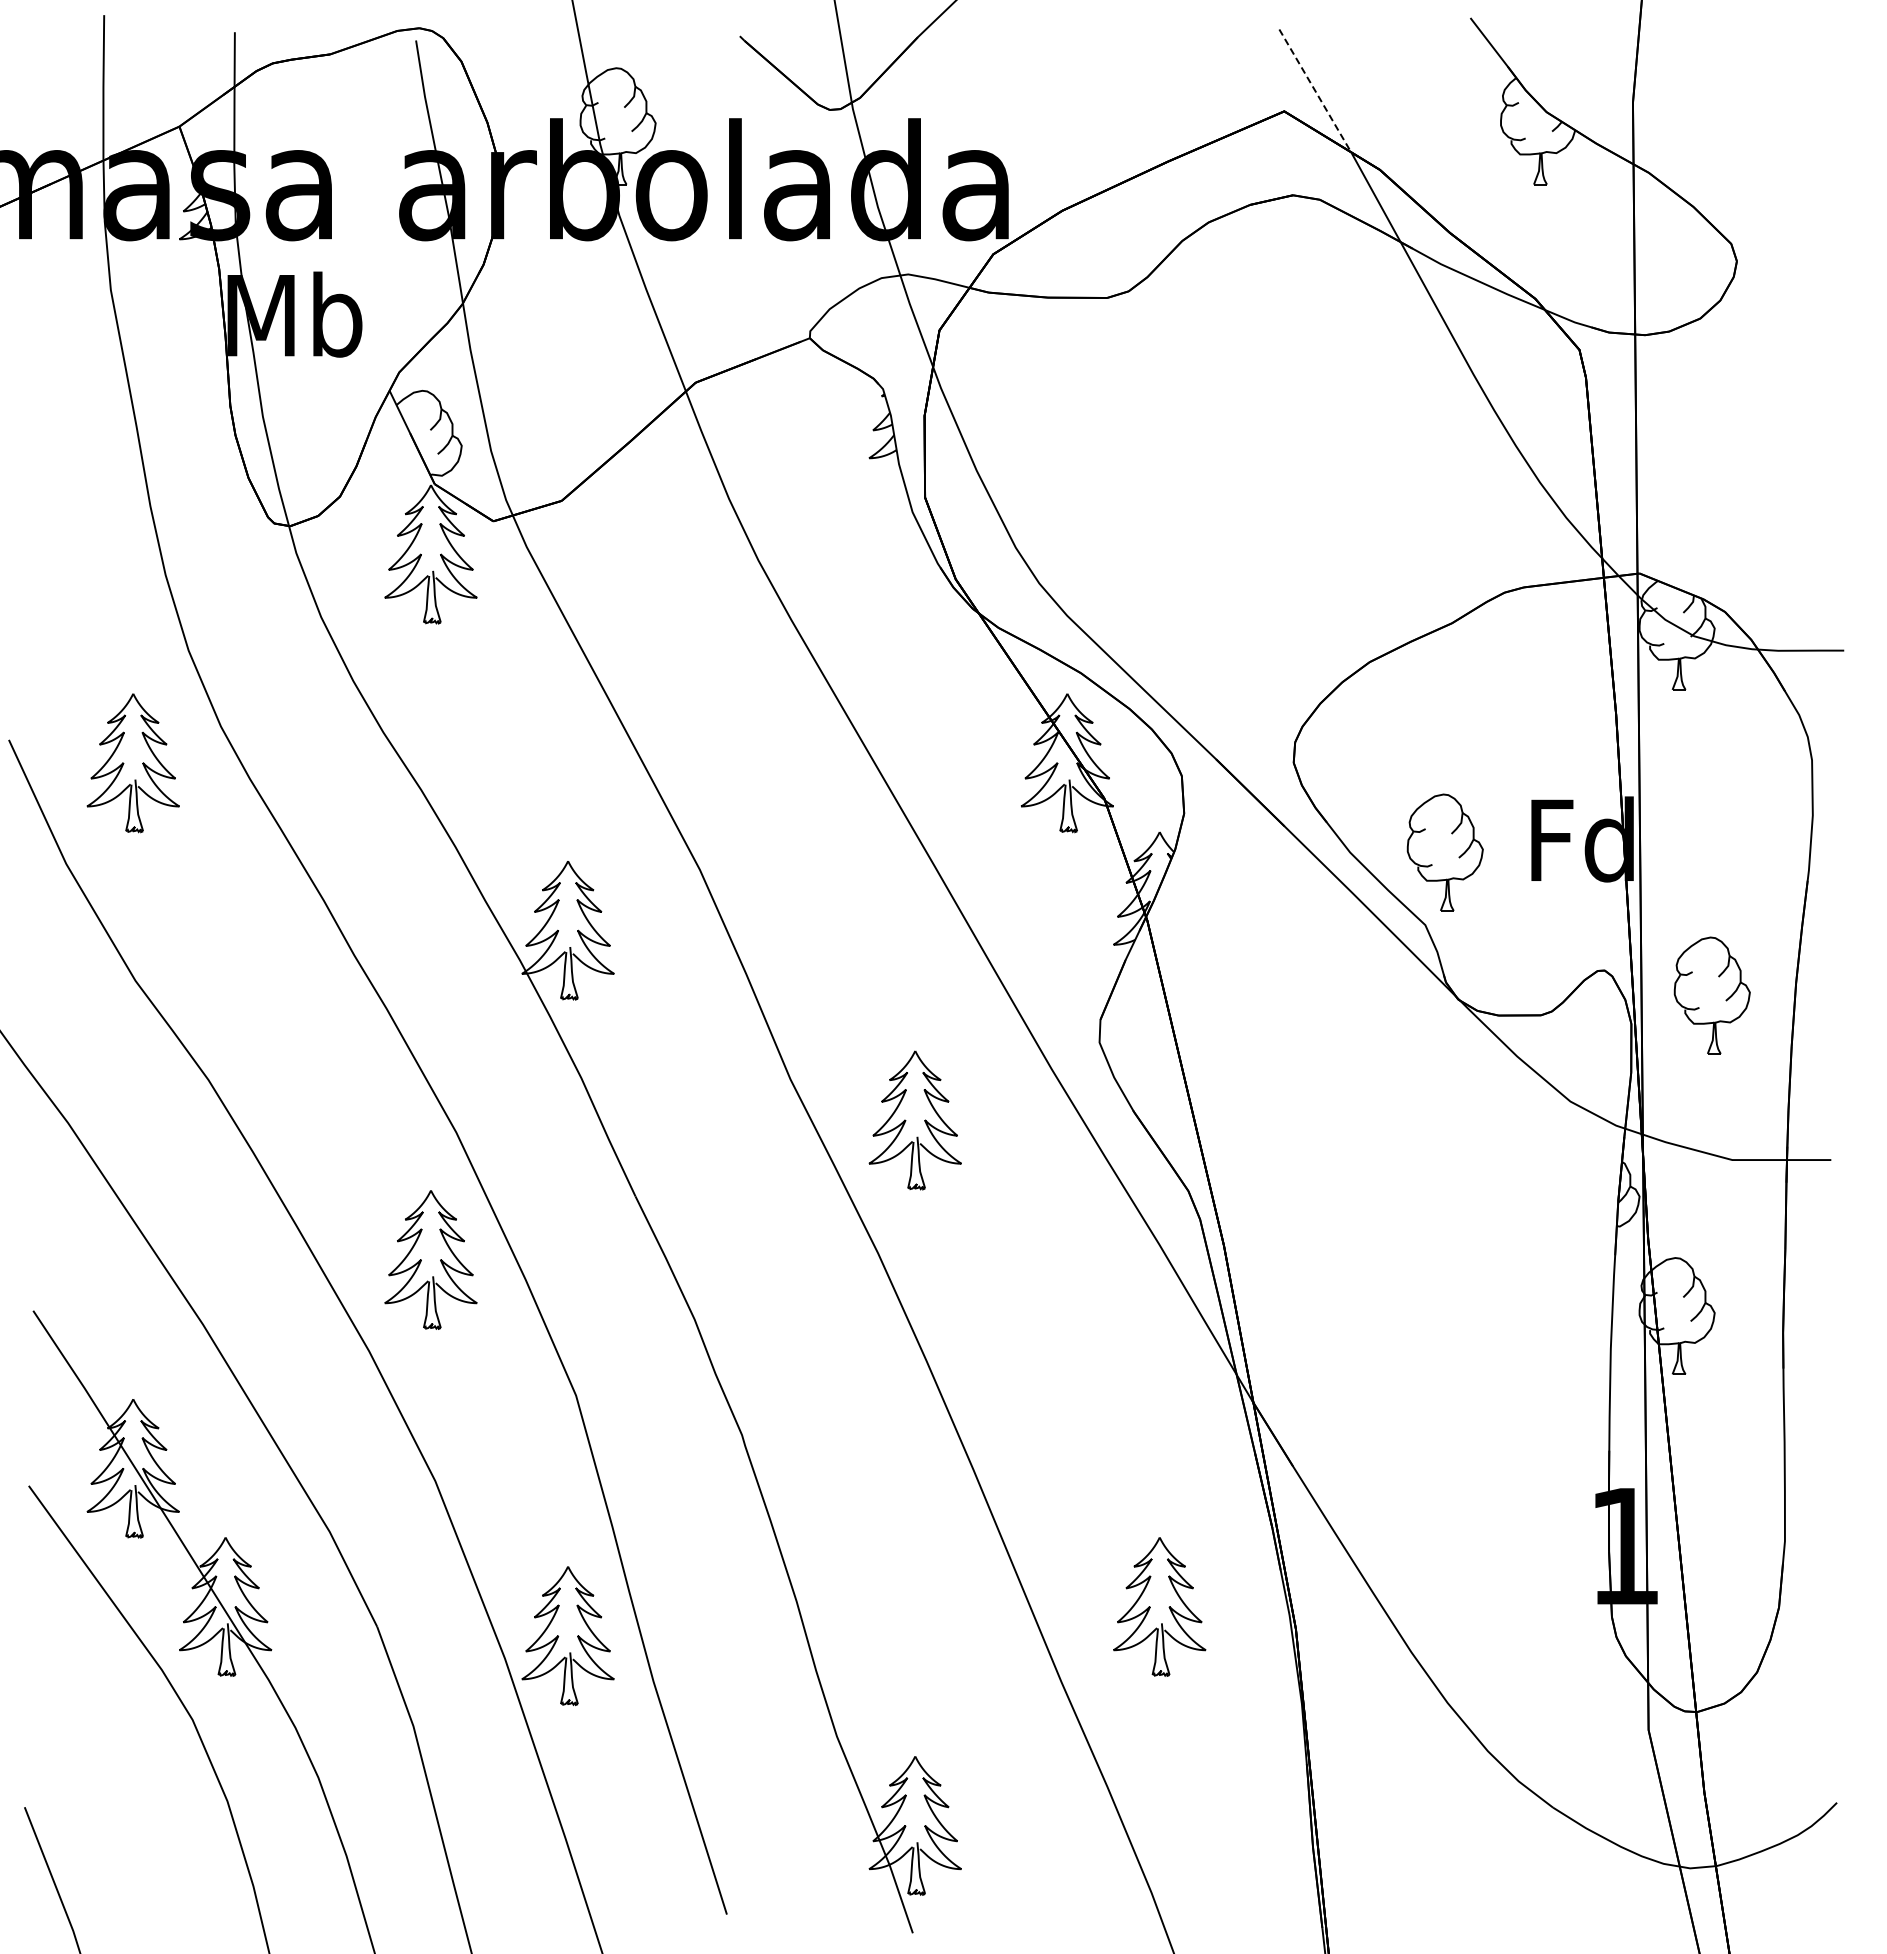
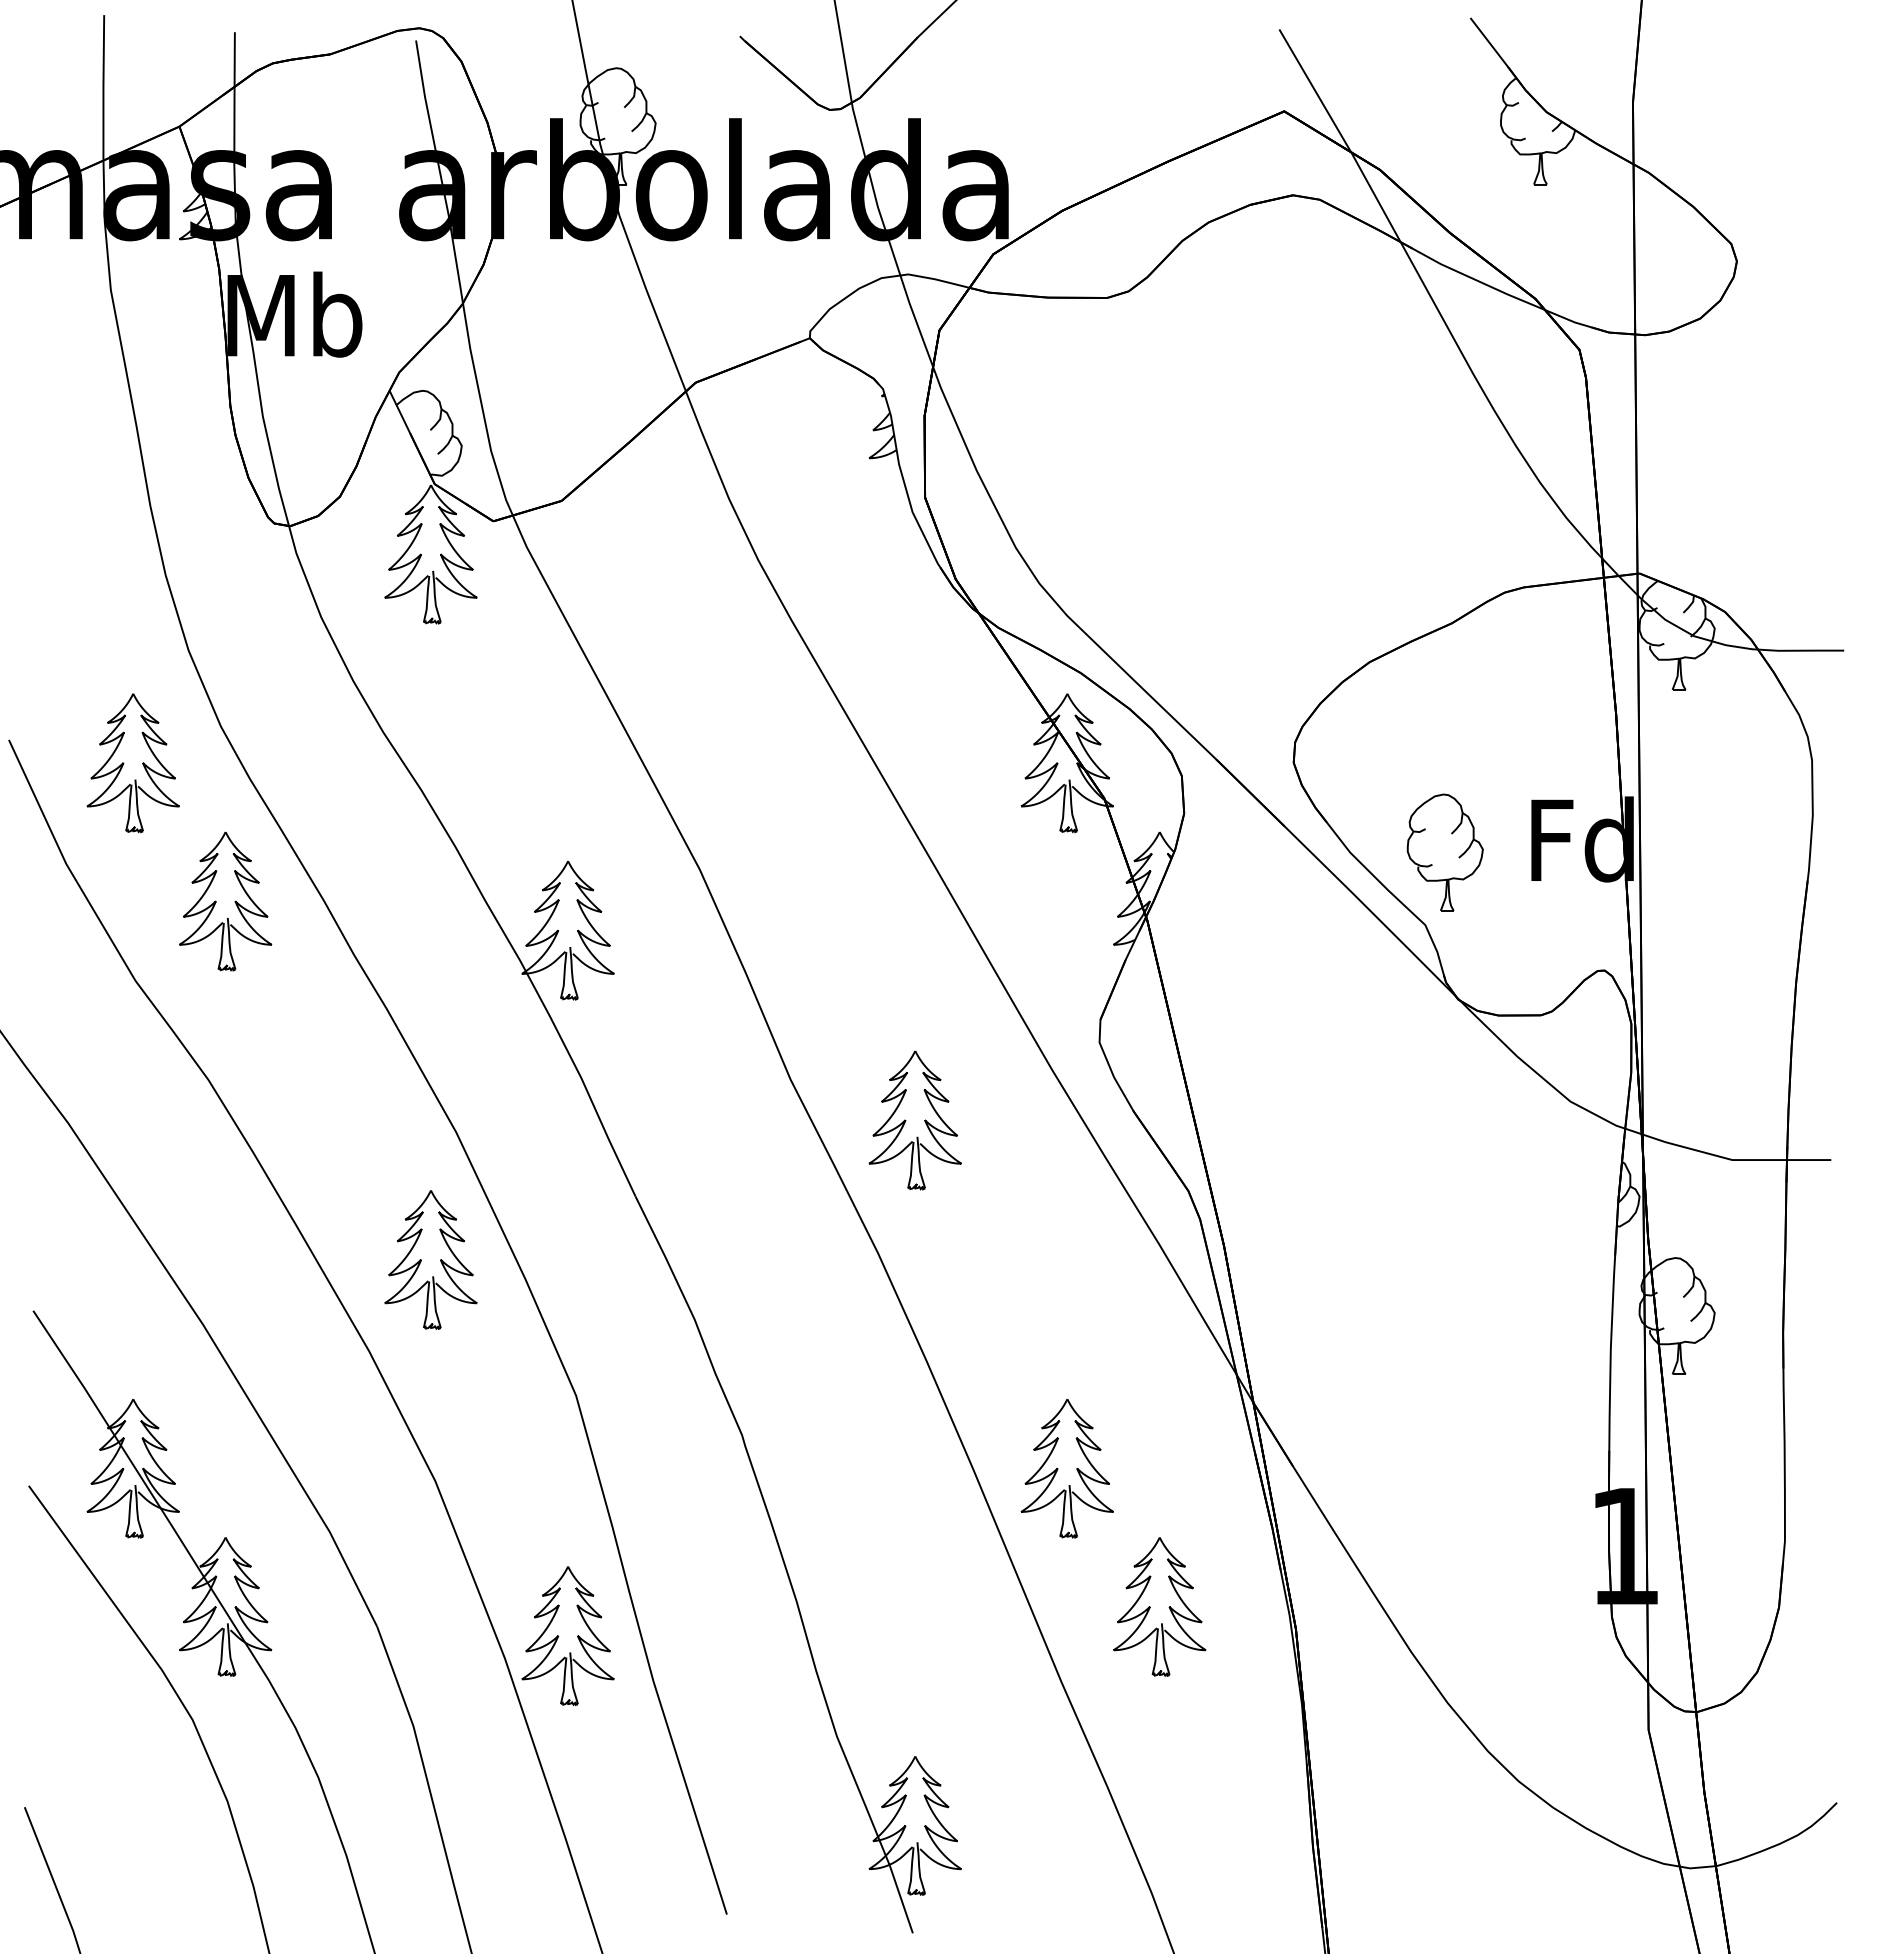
line at (1315, 90): dashed -> solid
part at (225, 901): none -> present
part at (1711, 995): present -> none
part at (1066, 1468): none -> present
